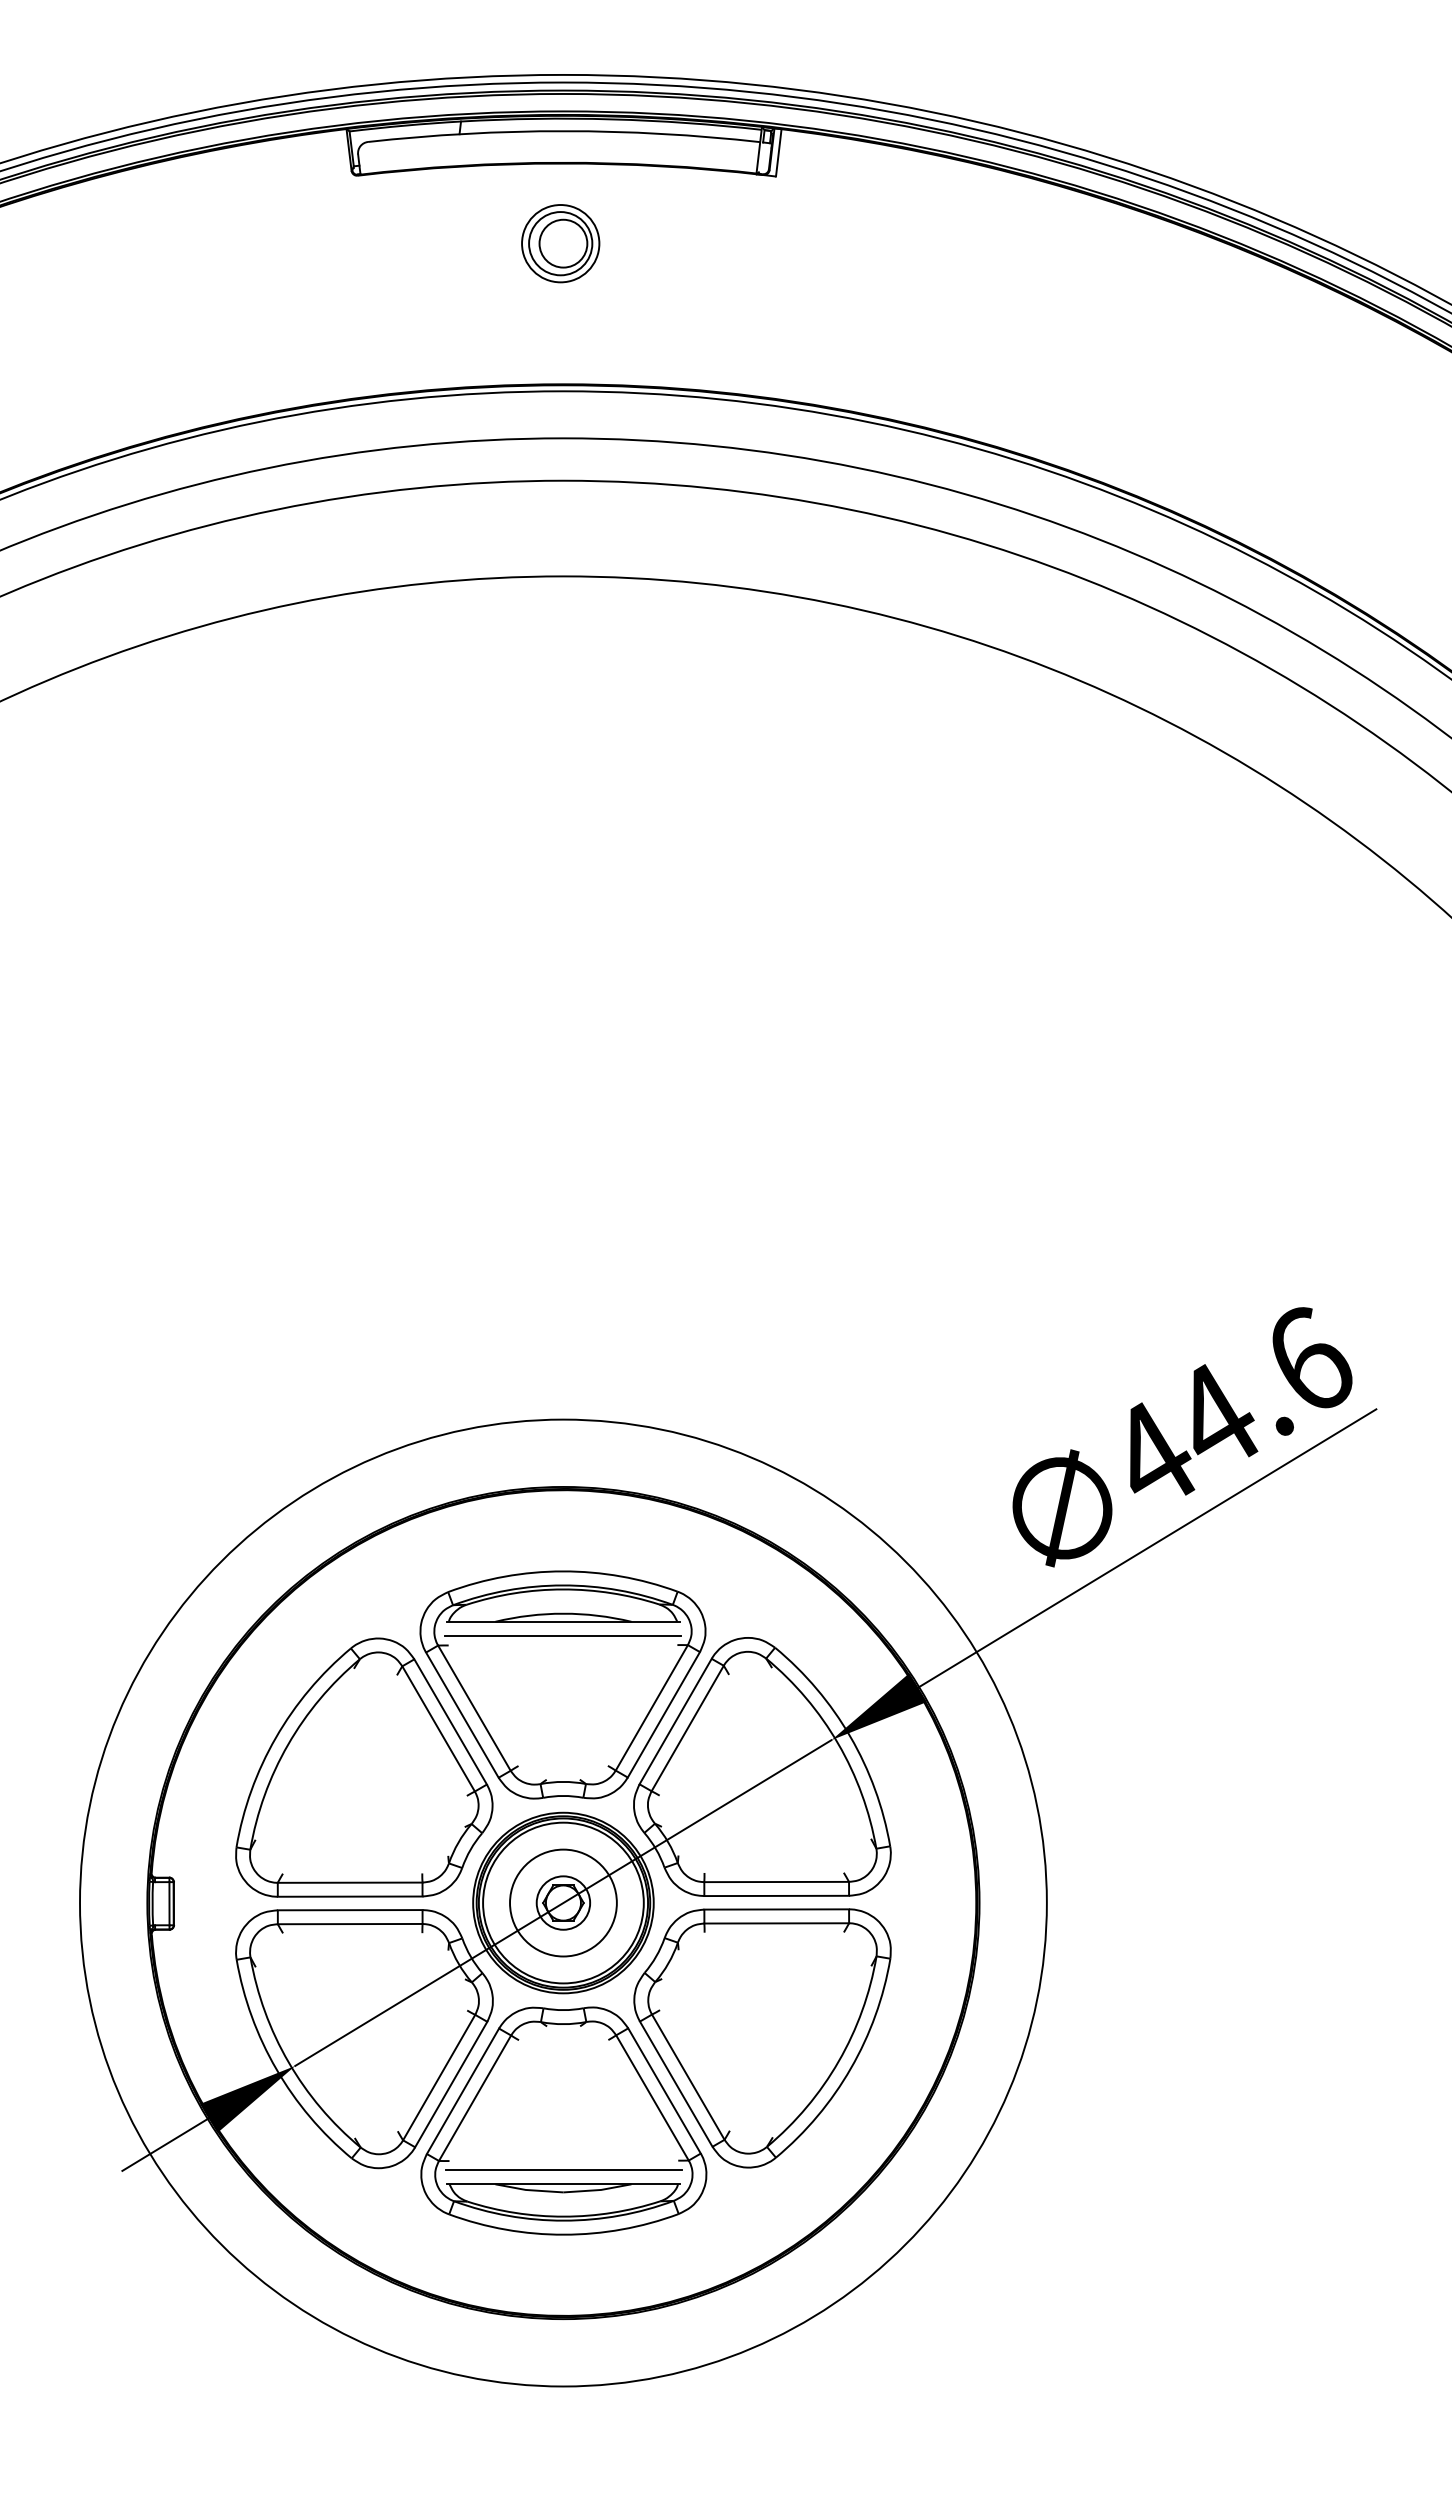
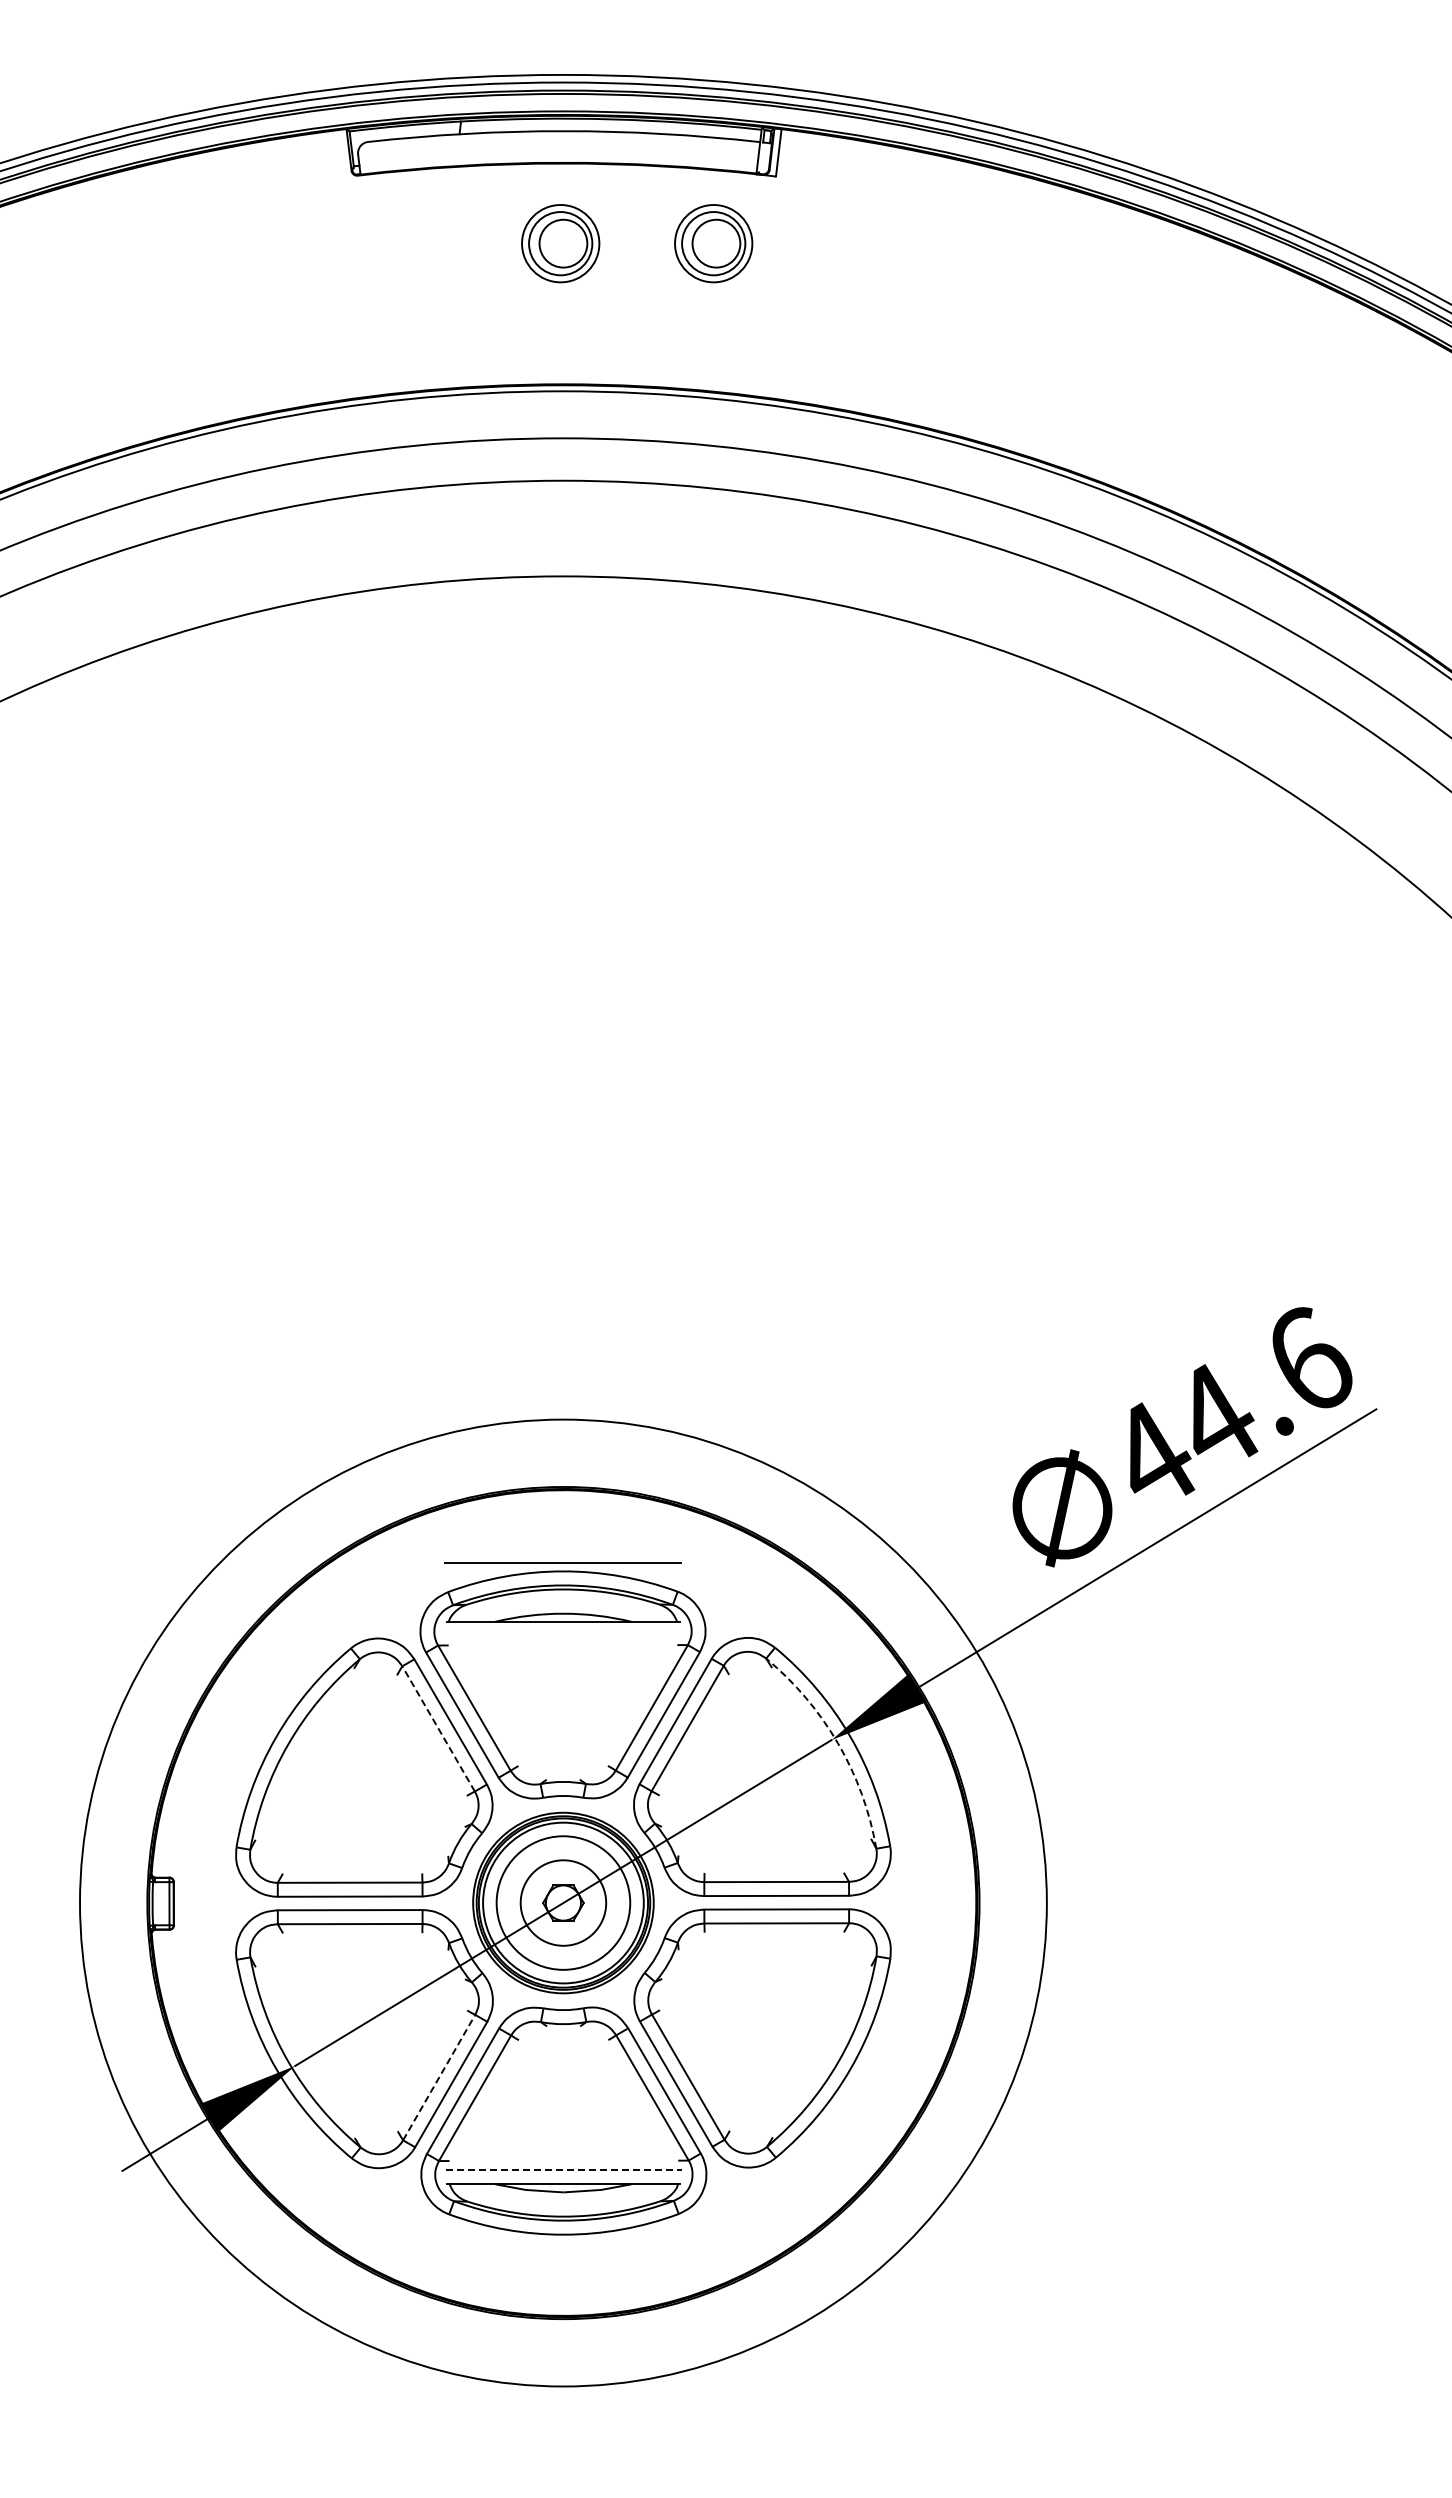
part at (713, 243): none -> present
line at (562, 1635) position: (562, 1635) -> (562, 1562)
line at (438, 1728): solid -> dashed
arc at (838, 1743): solid -> dashed
circle at (563, 1902) diameter: 107 px -> 134 px
circle at (563, 1902) diameter: 53 px -> 85 px
line at (439, 2077): solid -> dashed
line at (563, 2170): solid -> dashed
